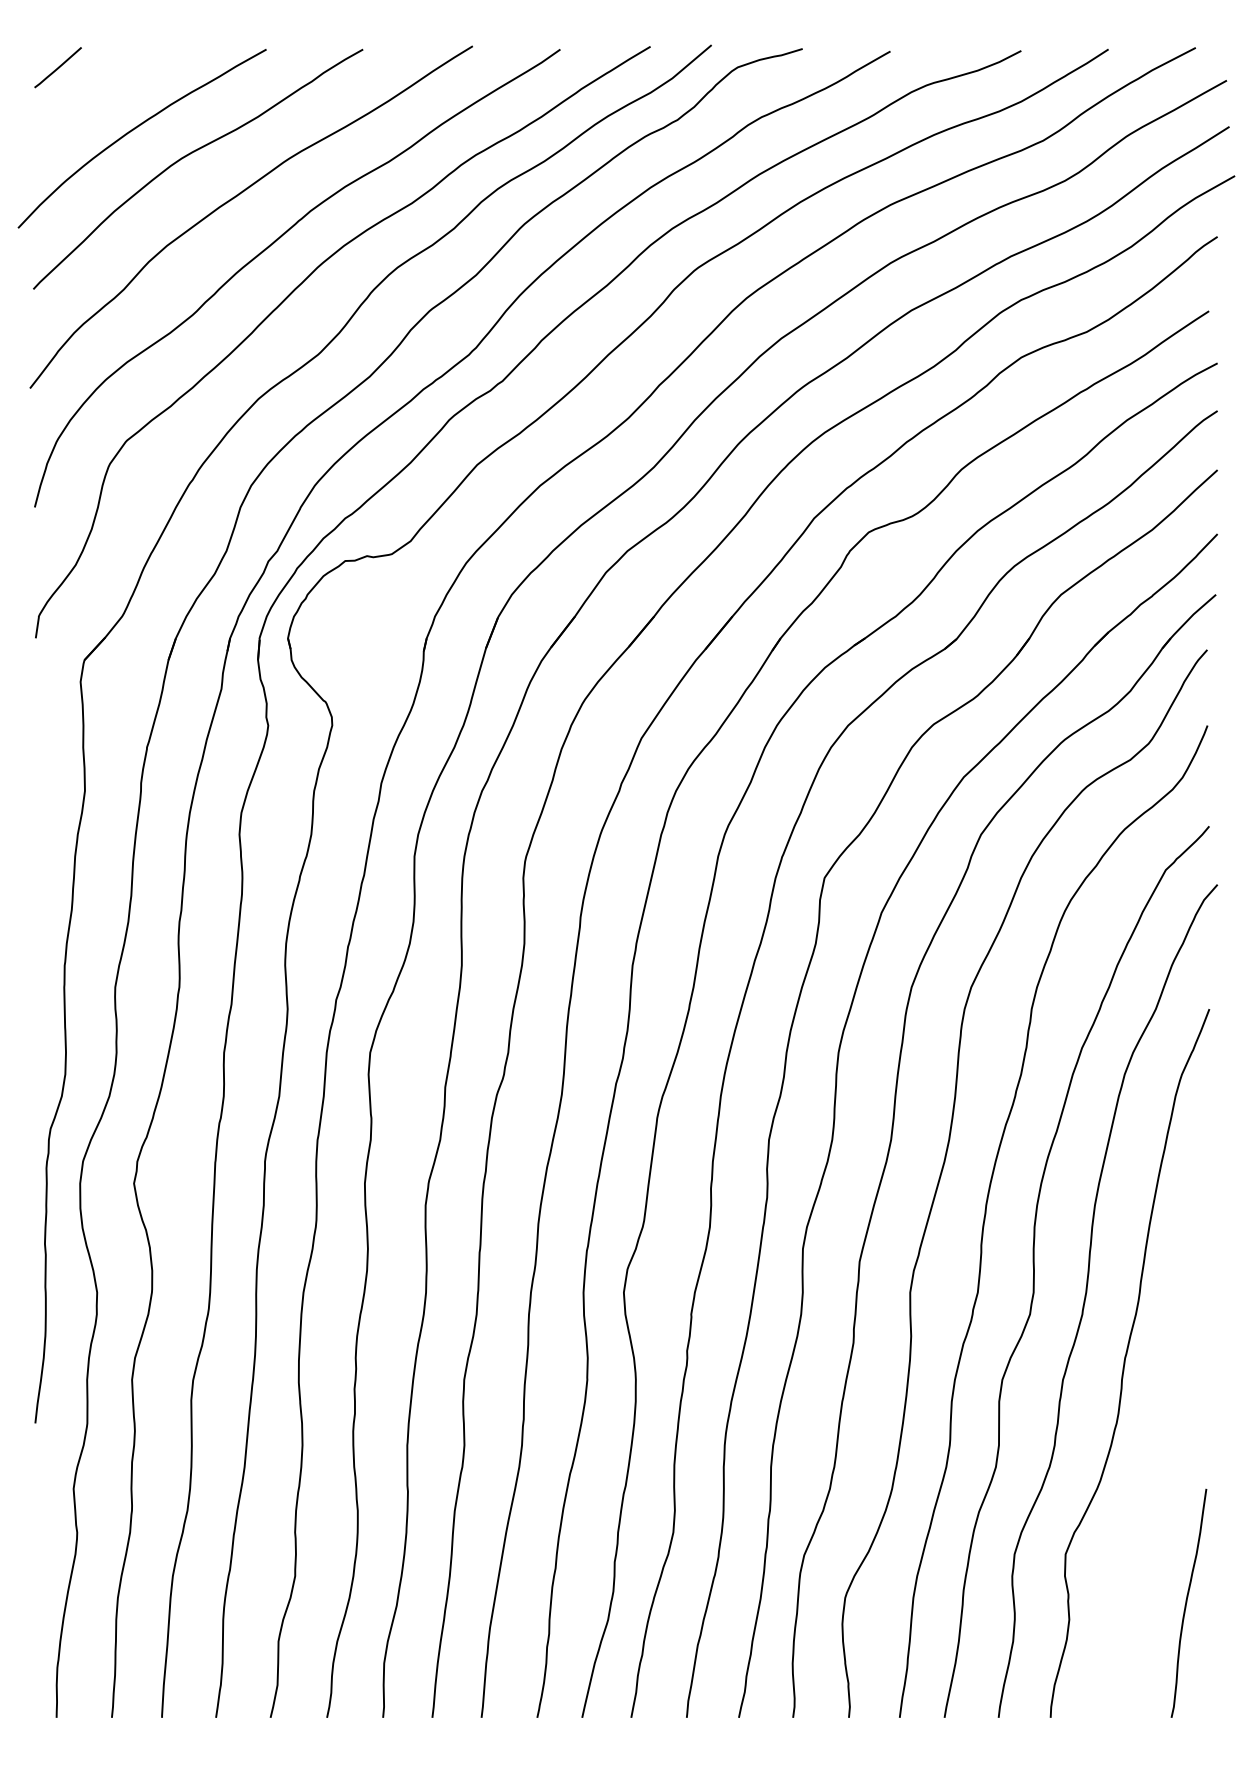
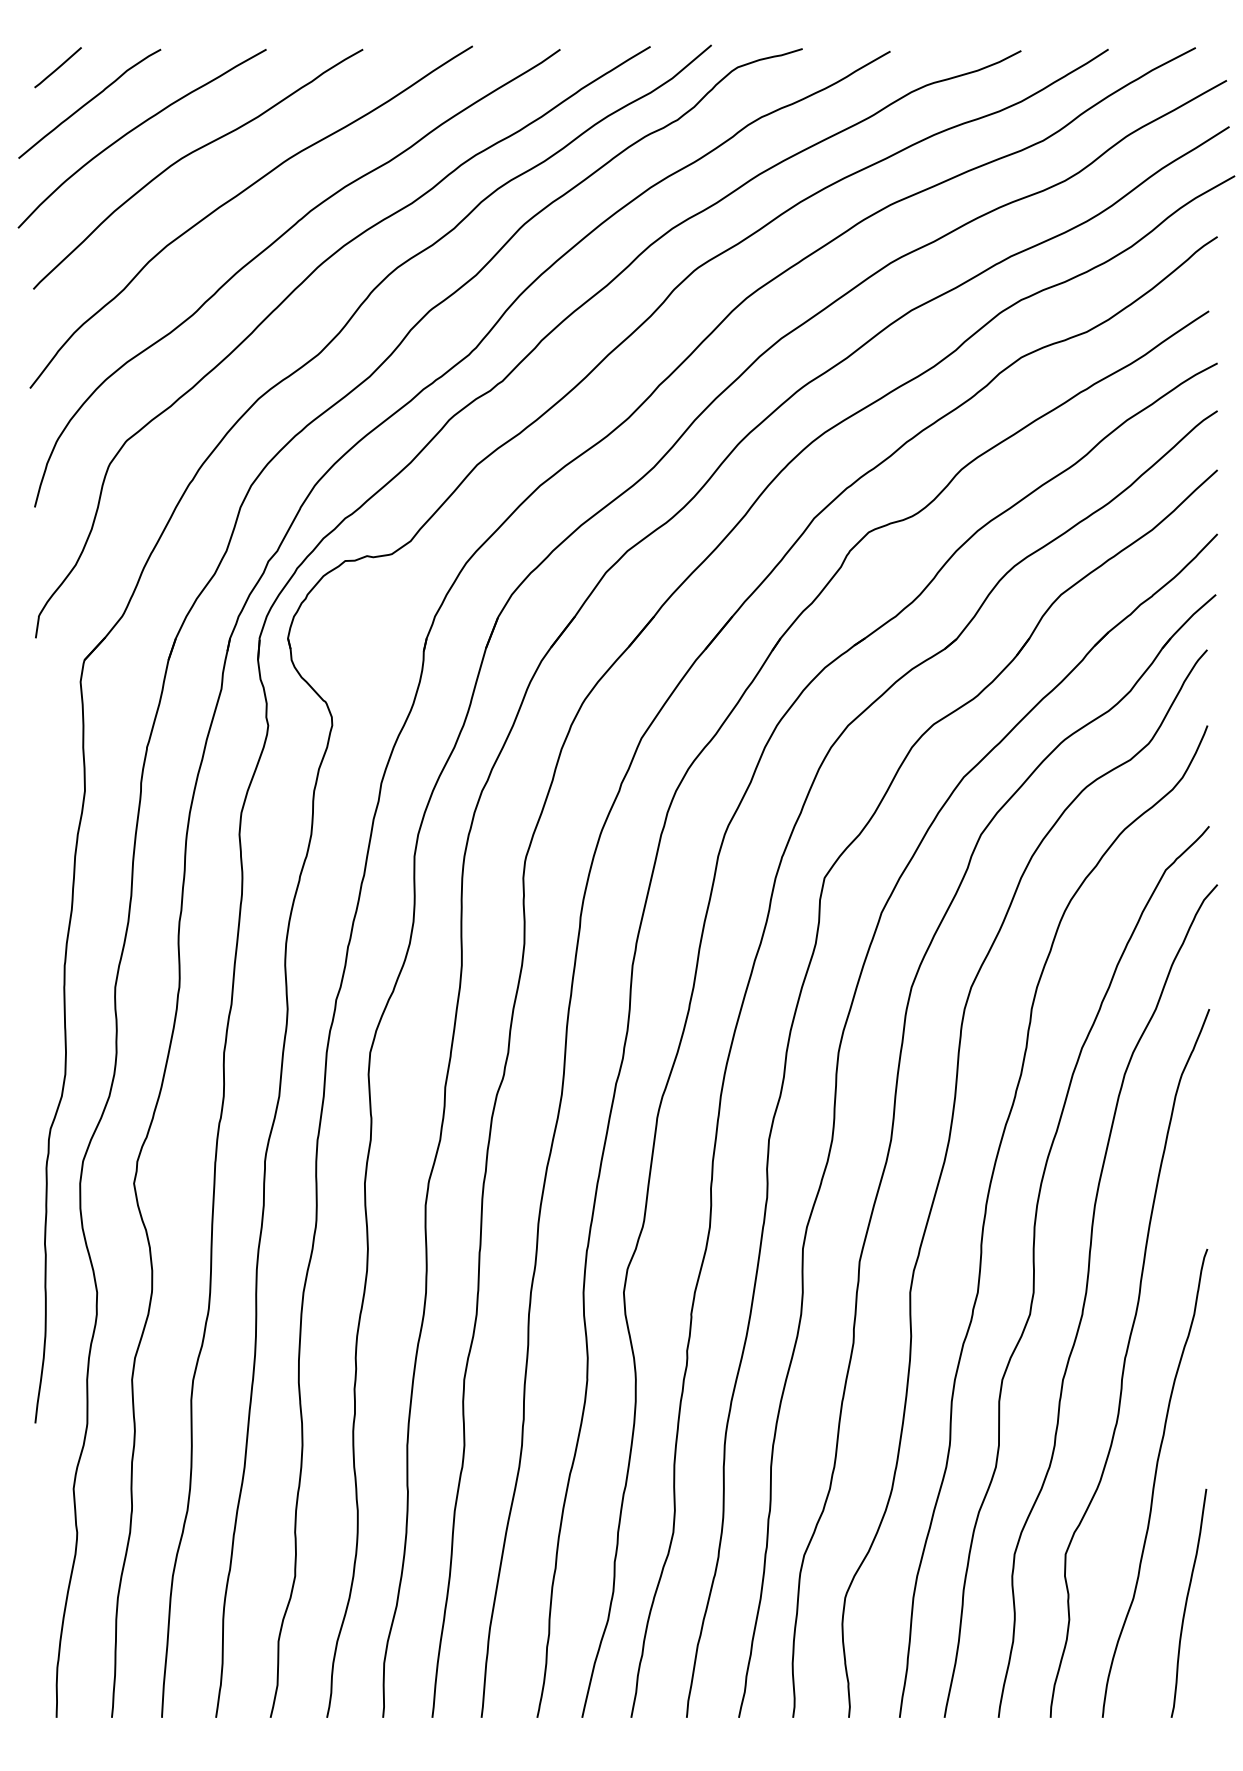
curve at (89, 102): none -> present
curve at (1154, 1482): none -> present
